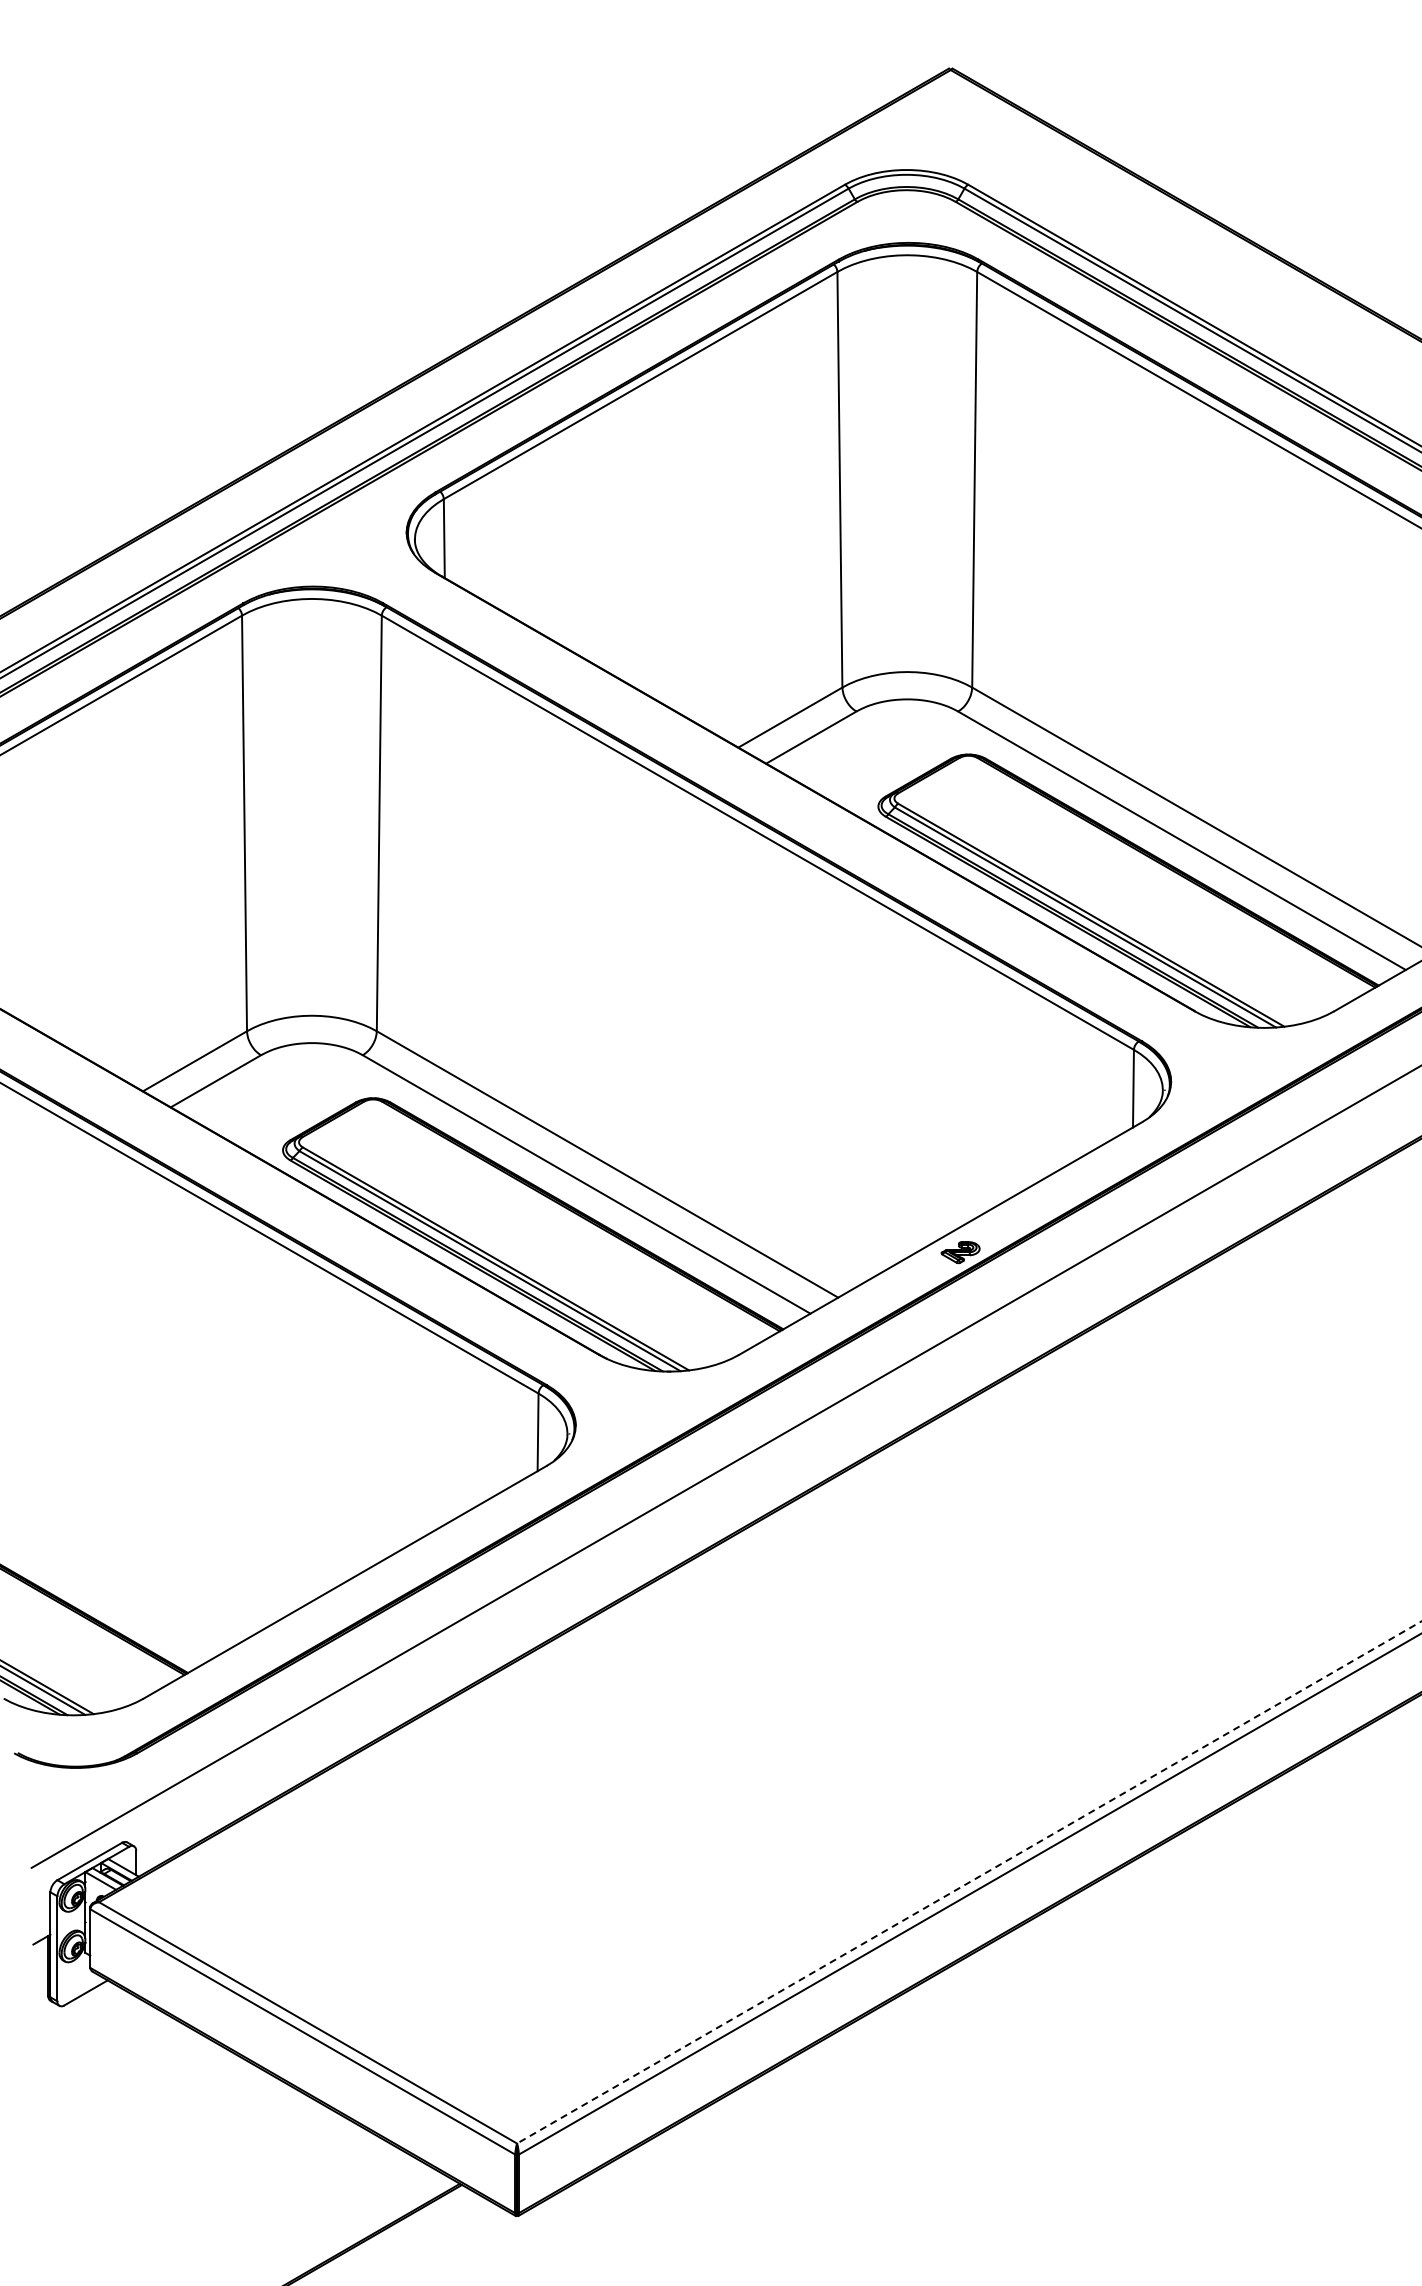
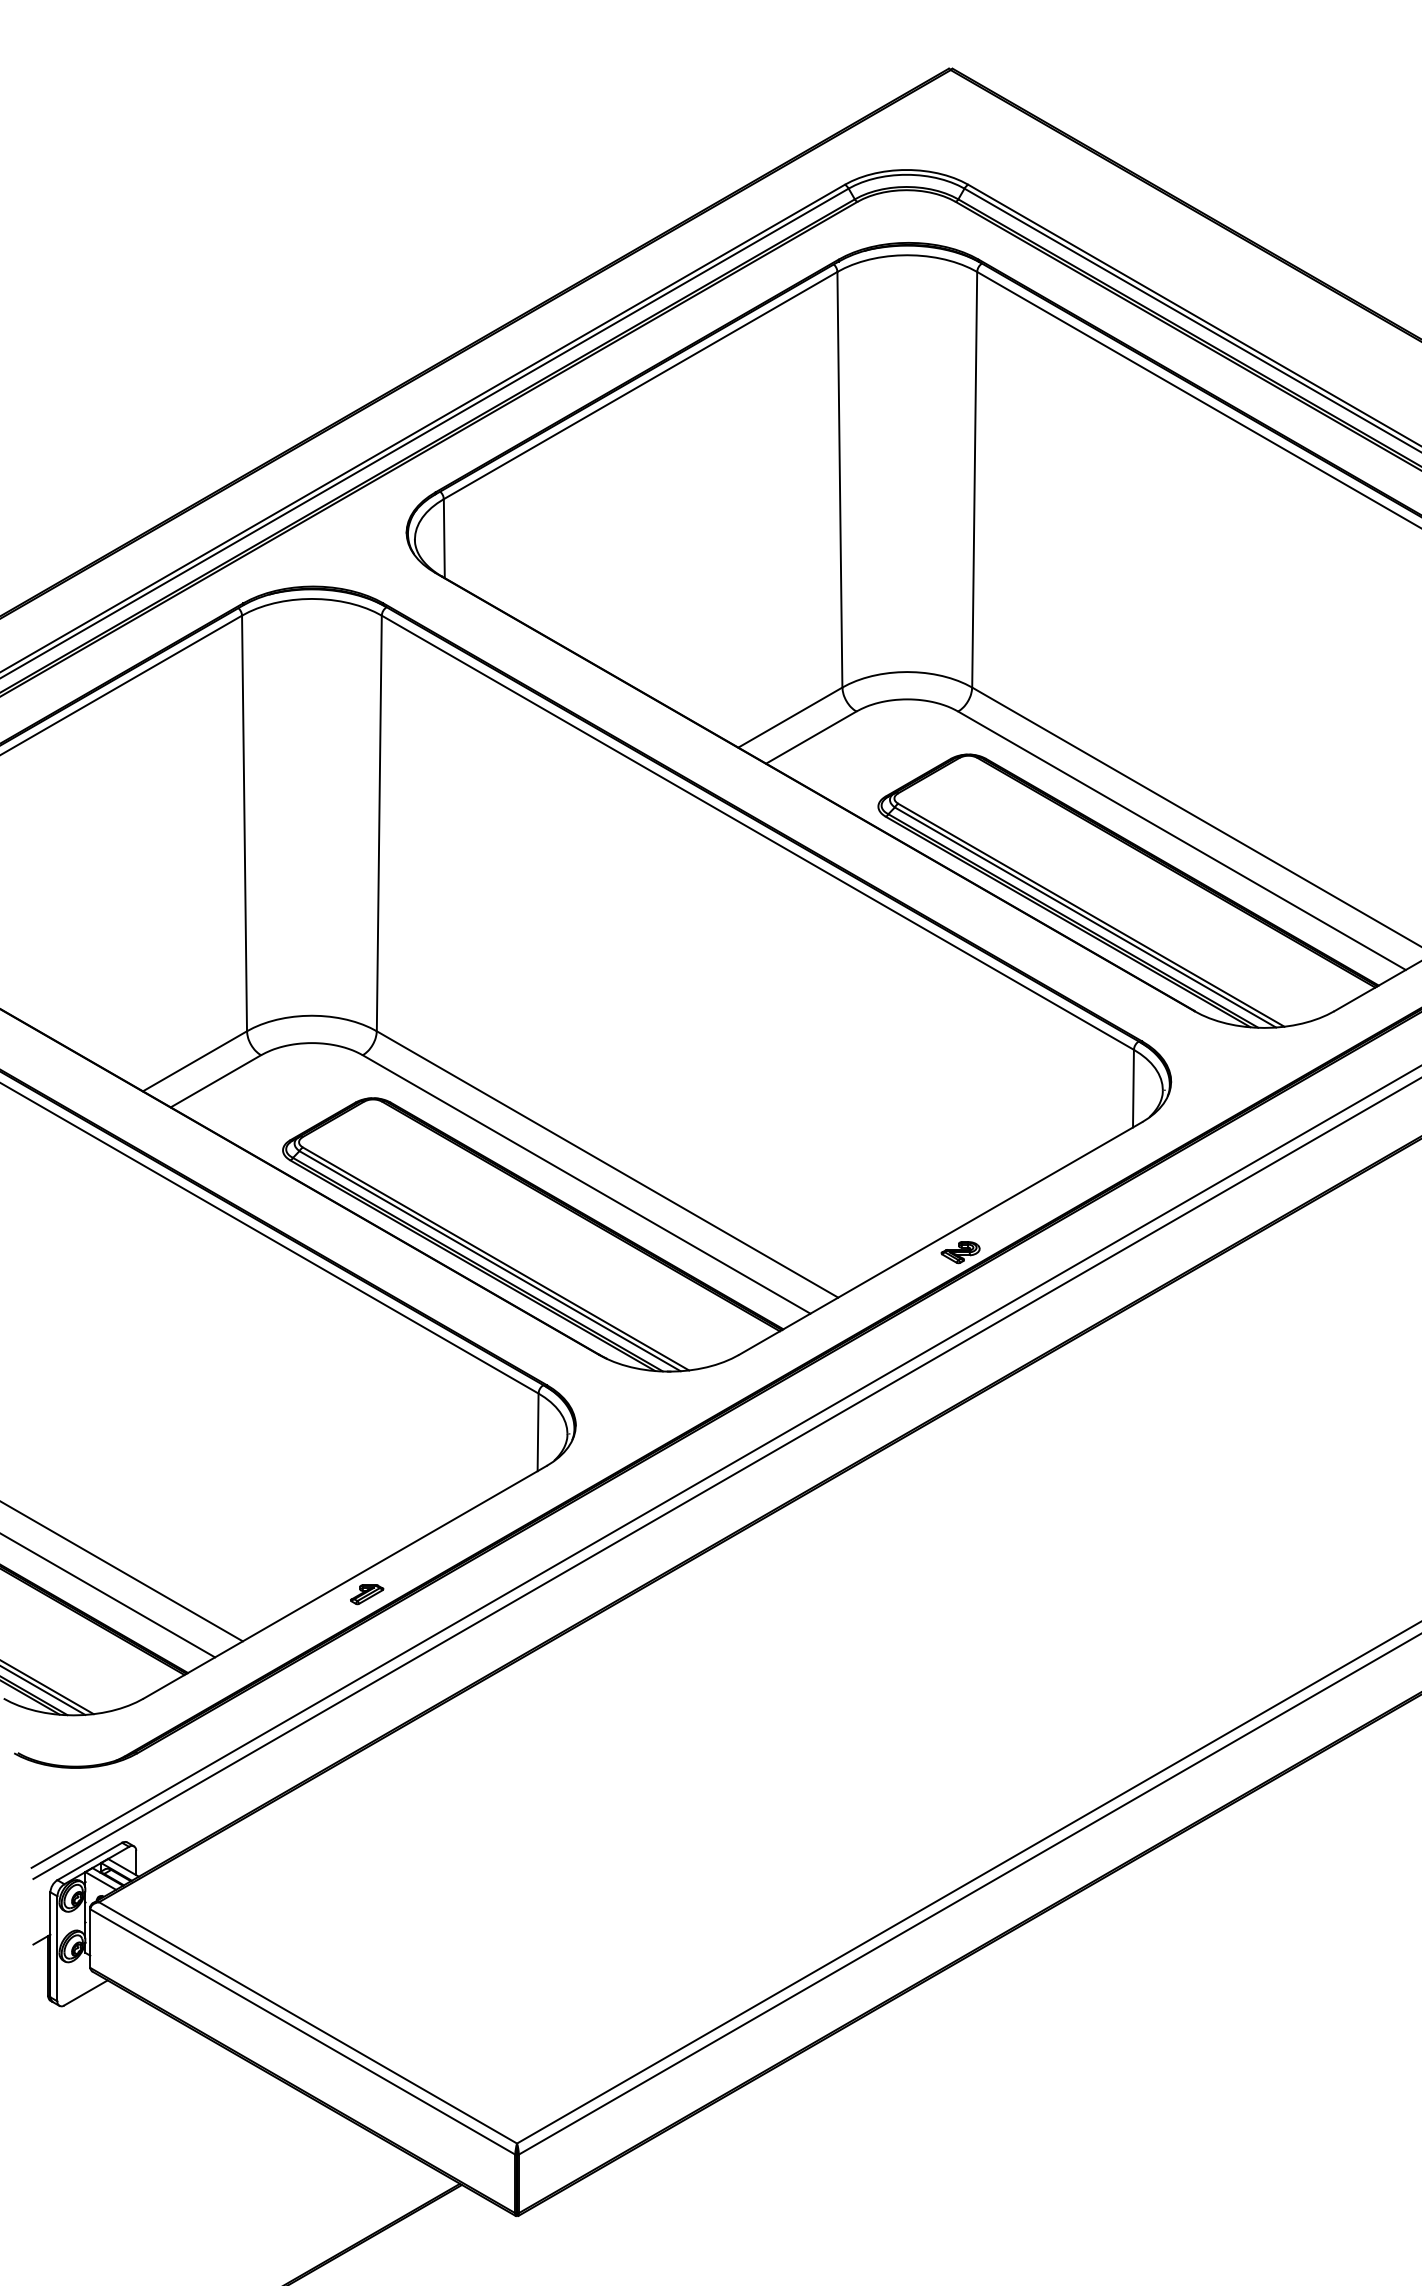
line at (725, 1479): none -> present
line at (122, 1571): none -> present
part at (367, 1594): none -> present
line at (108, 1595): none -> present
line at (969, 1882): dashed -> solid
